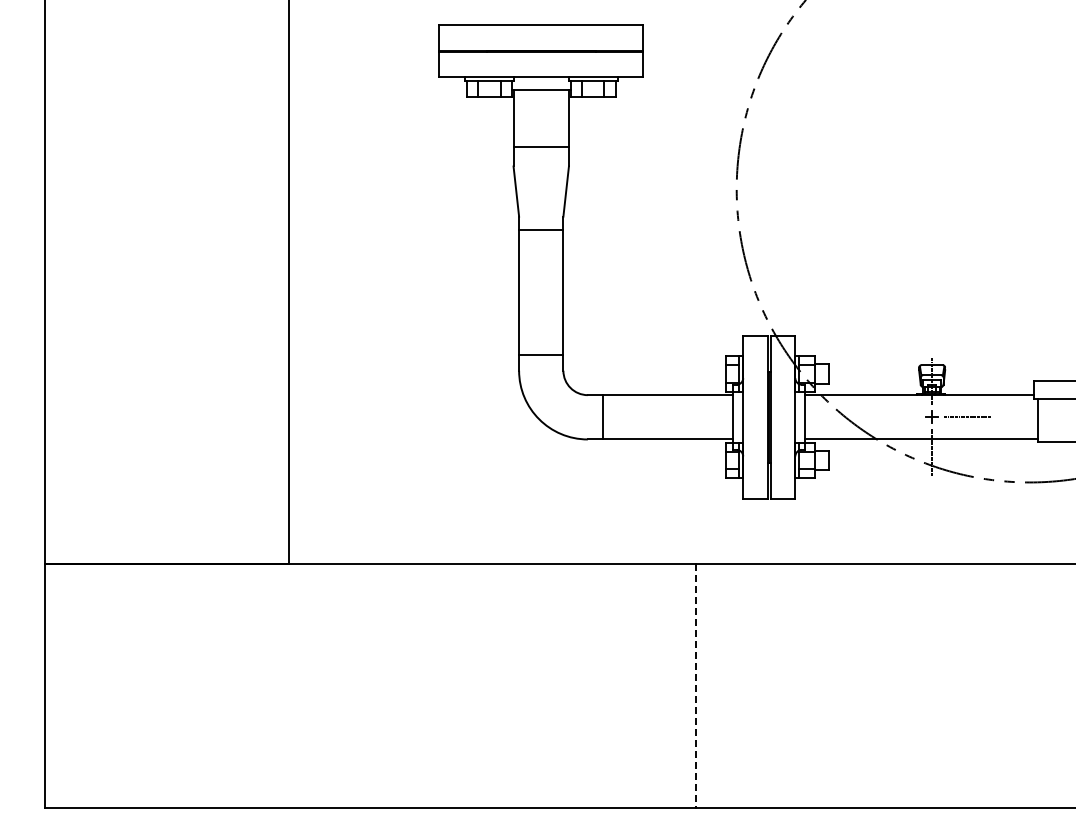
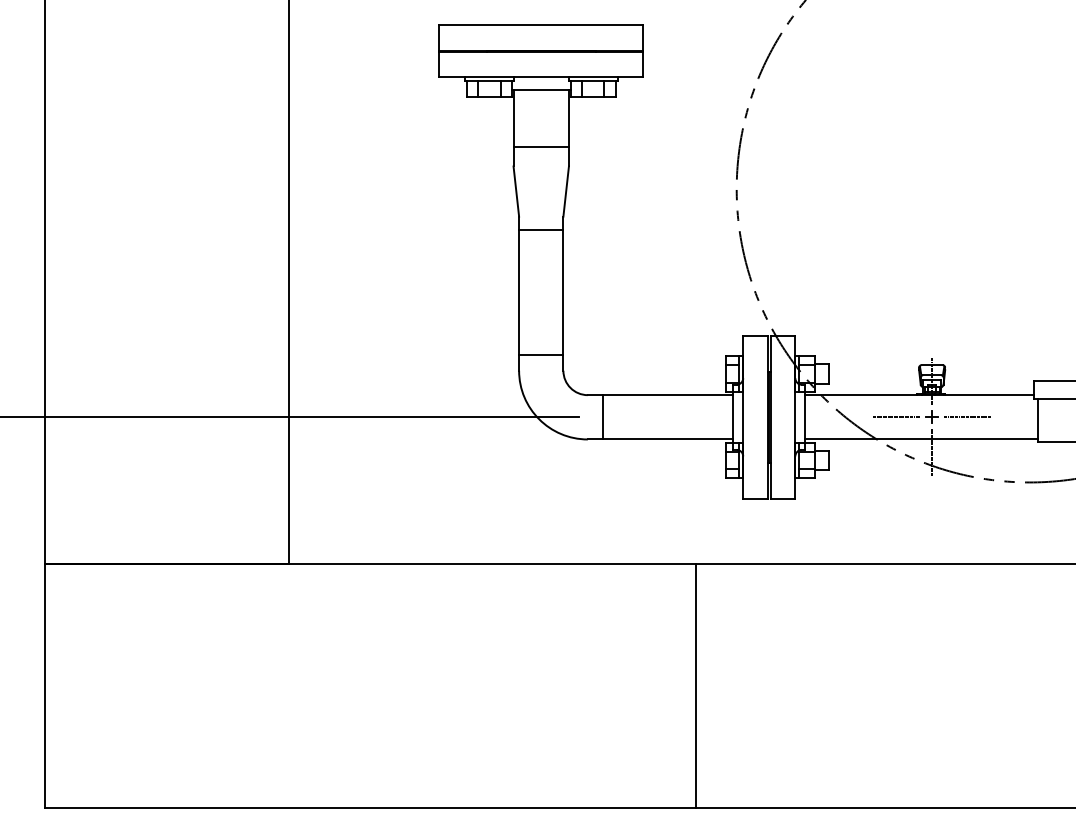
line at (290, 417): none -> present
line at (896, 417): none -> present
line at (695, 686): dashed -> solid
